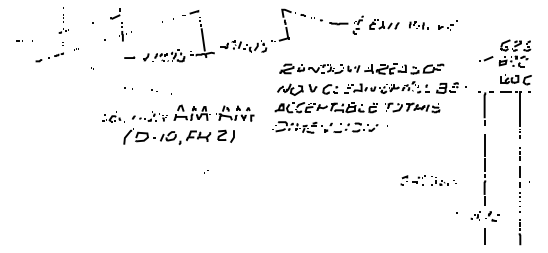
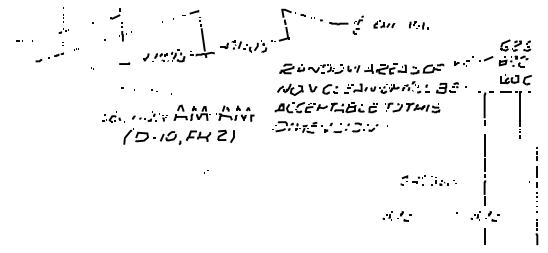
part at (384, 24) size: 31x11 px -> 23x9 px
part at (447, 25) position: (447, 25) -> (463, 61)
line at (129, 57) position: (129, 57) -> (124, 63)
part at (128, 88) size: 9x3 px -> 14x4 px
part at (519, 196) position: (519, 196) -> (536, 196)
part at (396, 216): none -> present
